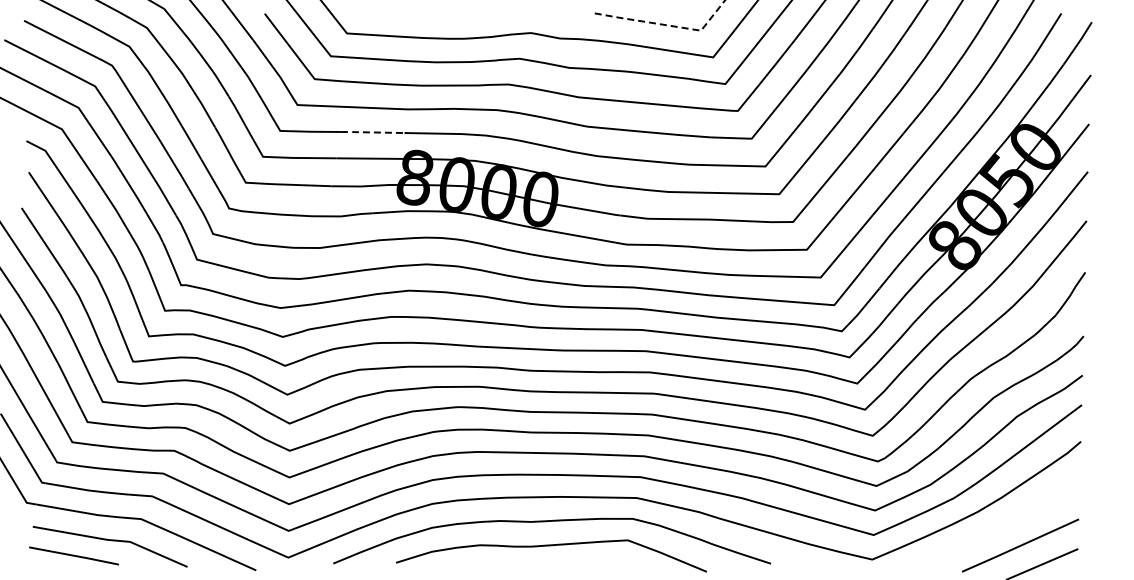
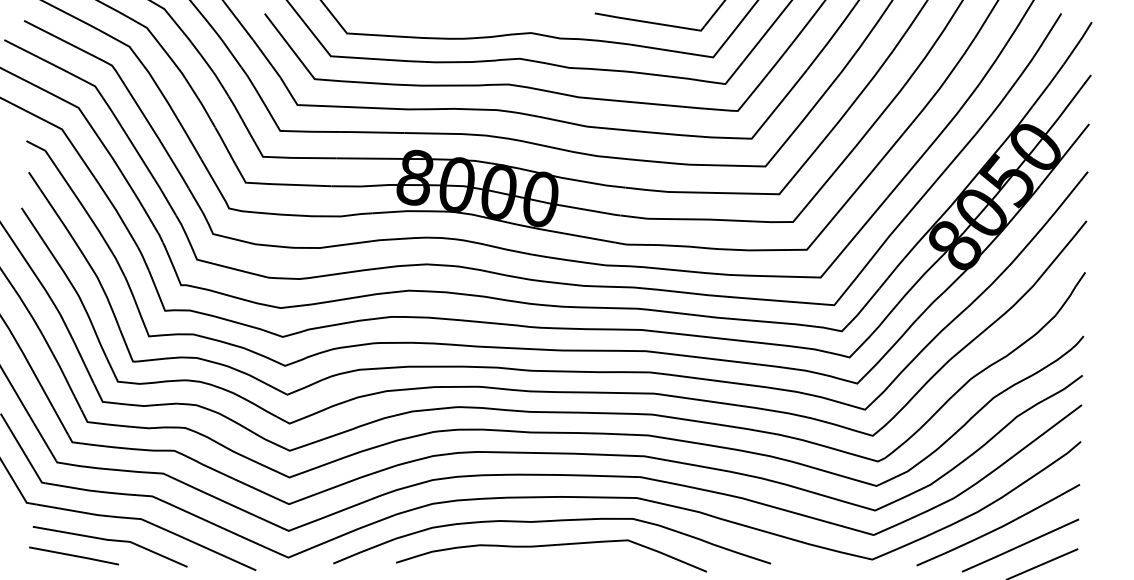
line at (666, 25): dashed -> solid
line at (372, 132): dashed -> solid
curve at (998, 527): none -> present
